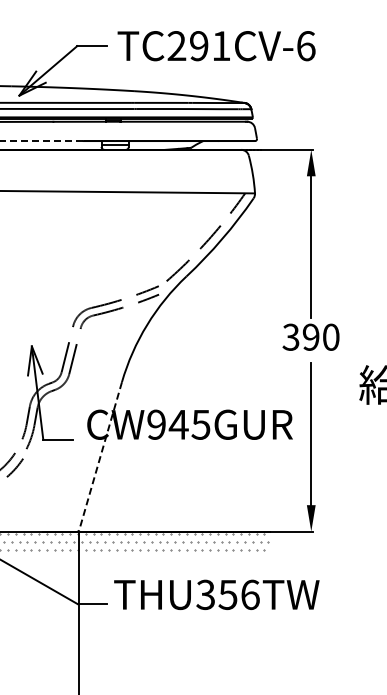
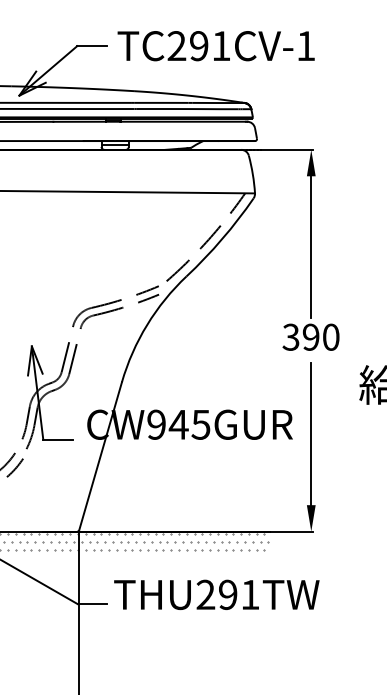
text at (306, 46): TC291CV-6 -> TC291CV-1
line at (41, 141): dashed -> solid
line at (100, 456): dashed -> solid
text at (227, 594): THU356TW -> THU291TW
